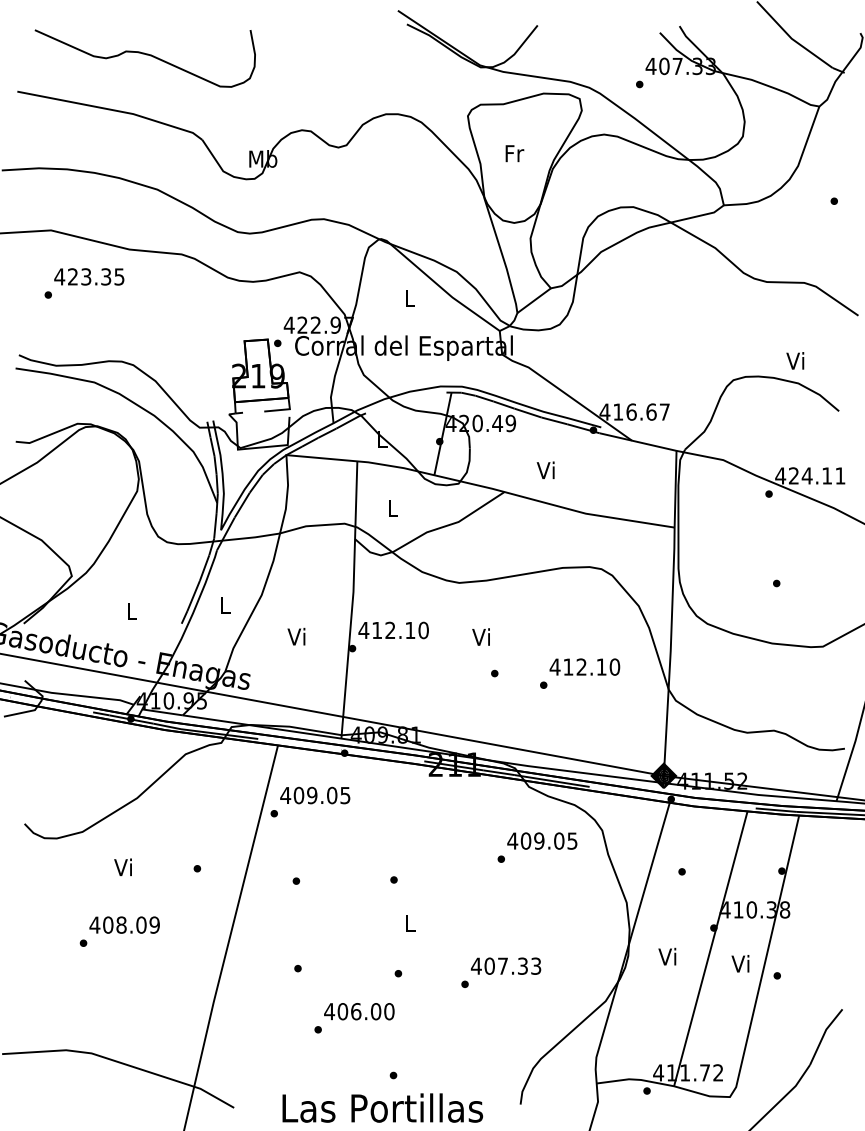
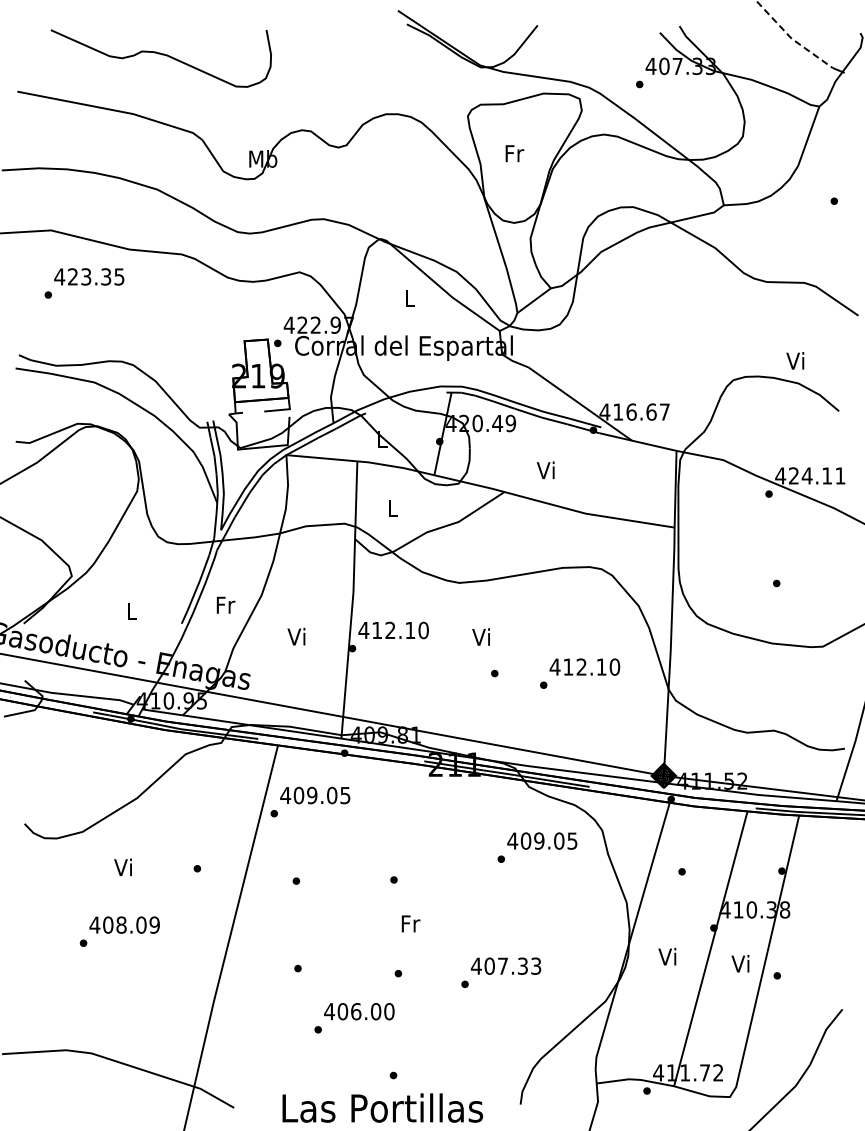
line at (791, 38): solid -> dashed
curve at (146, 55) position: (146, 55) -> (162, 55)
text at (225, 604): L -> Fr
text at (410, 923): L -> Fr
